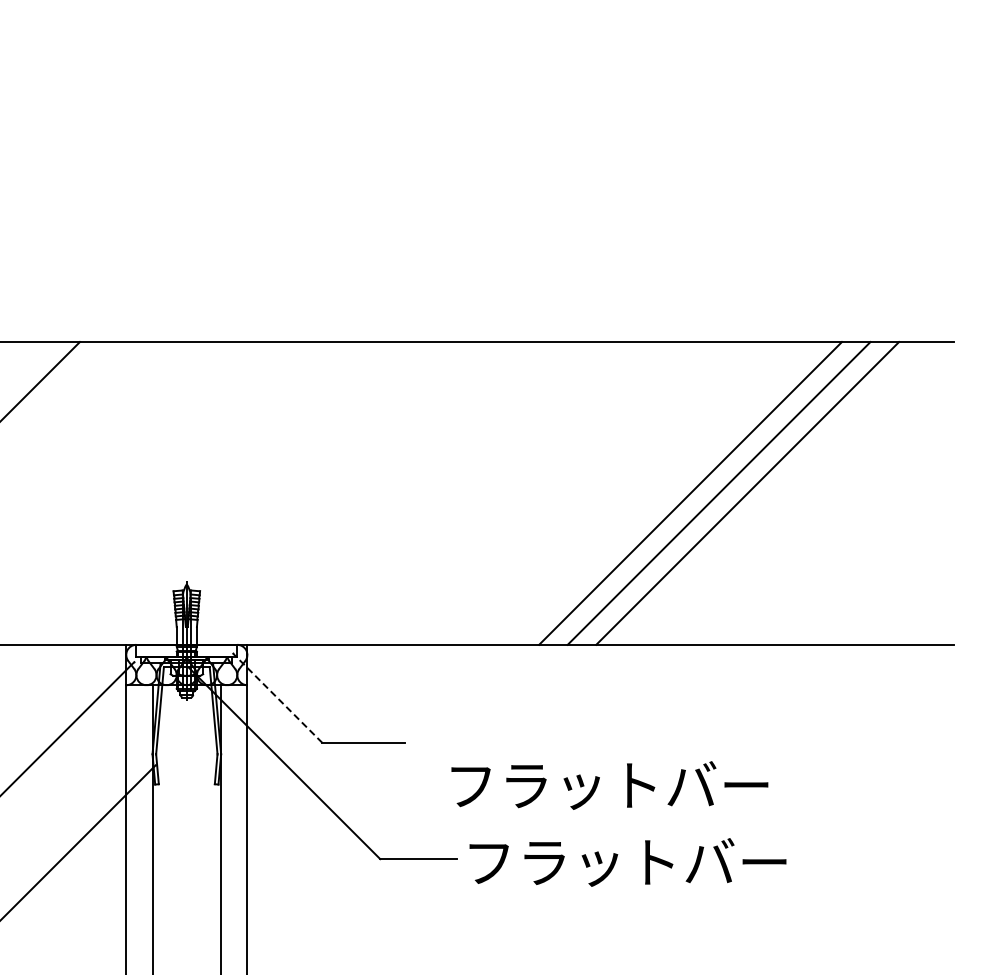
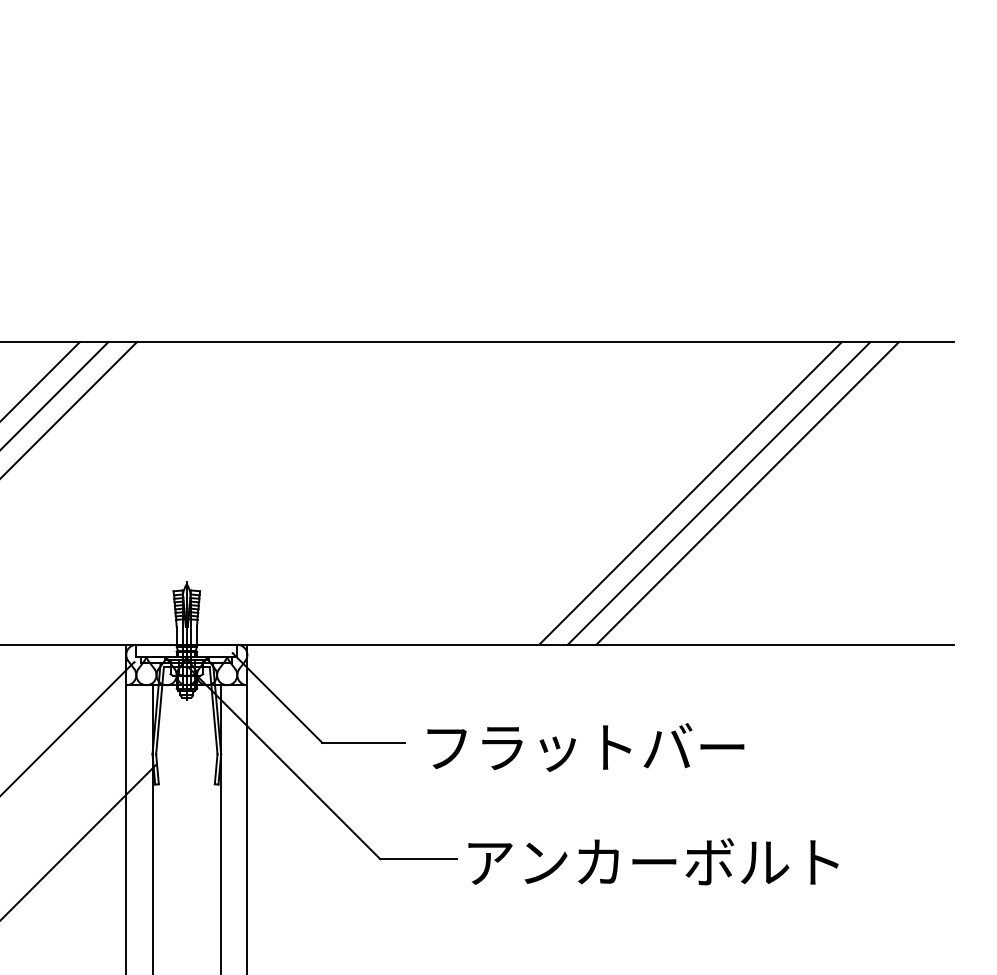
line at (55, 395): none -> present
line at (69, 409): none -> present
line at (277, 697): dashed -> solid
text at (609, 785) position: (609, 785) -> (585, 747)
text at (653, 862): フラットバー -> アンカーボルト
